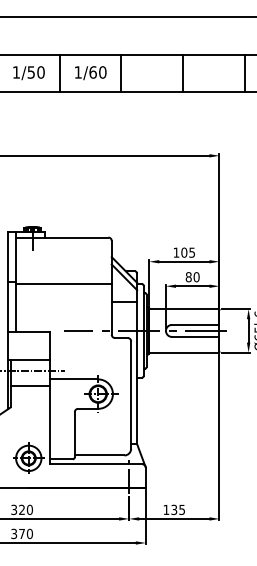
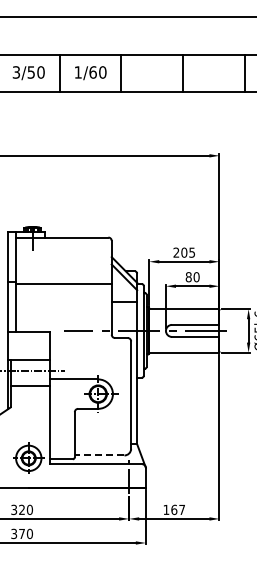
text at (15, 72): 1/50 -> 3/50
text at (176, 252): 105 -> 205
line at (99, 455): solid -> dashed
text at (177, 509): 135 -> 167
